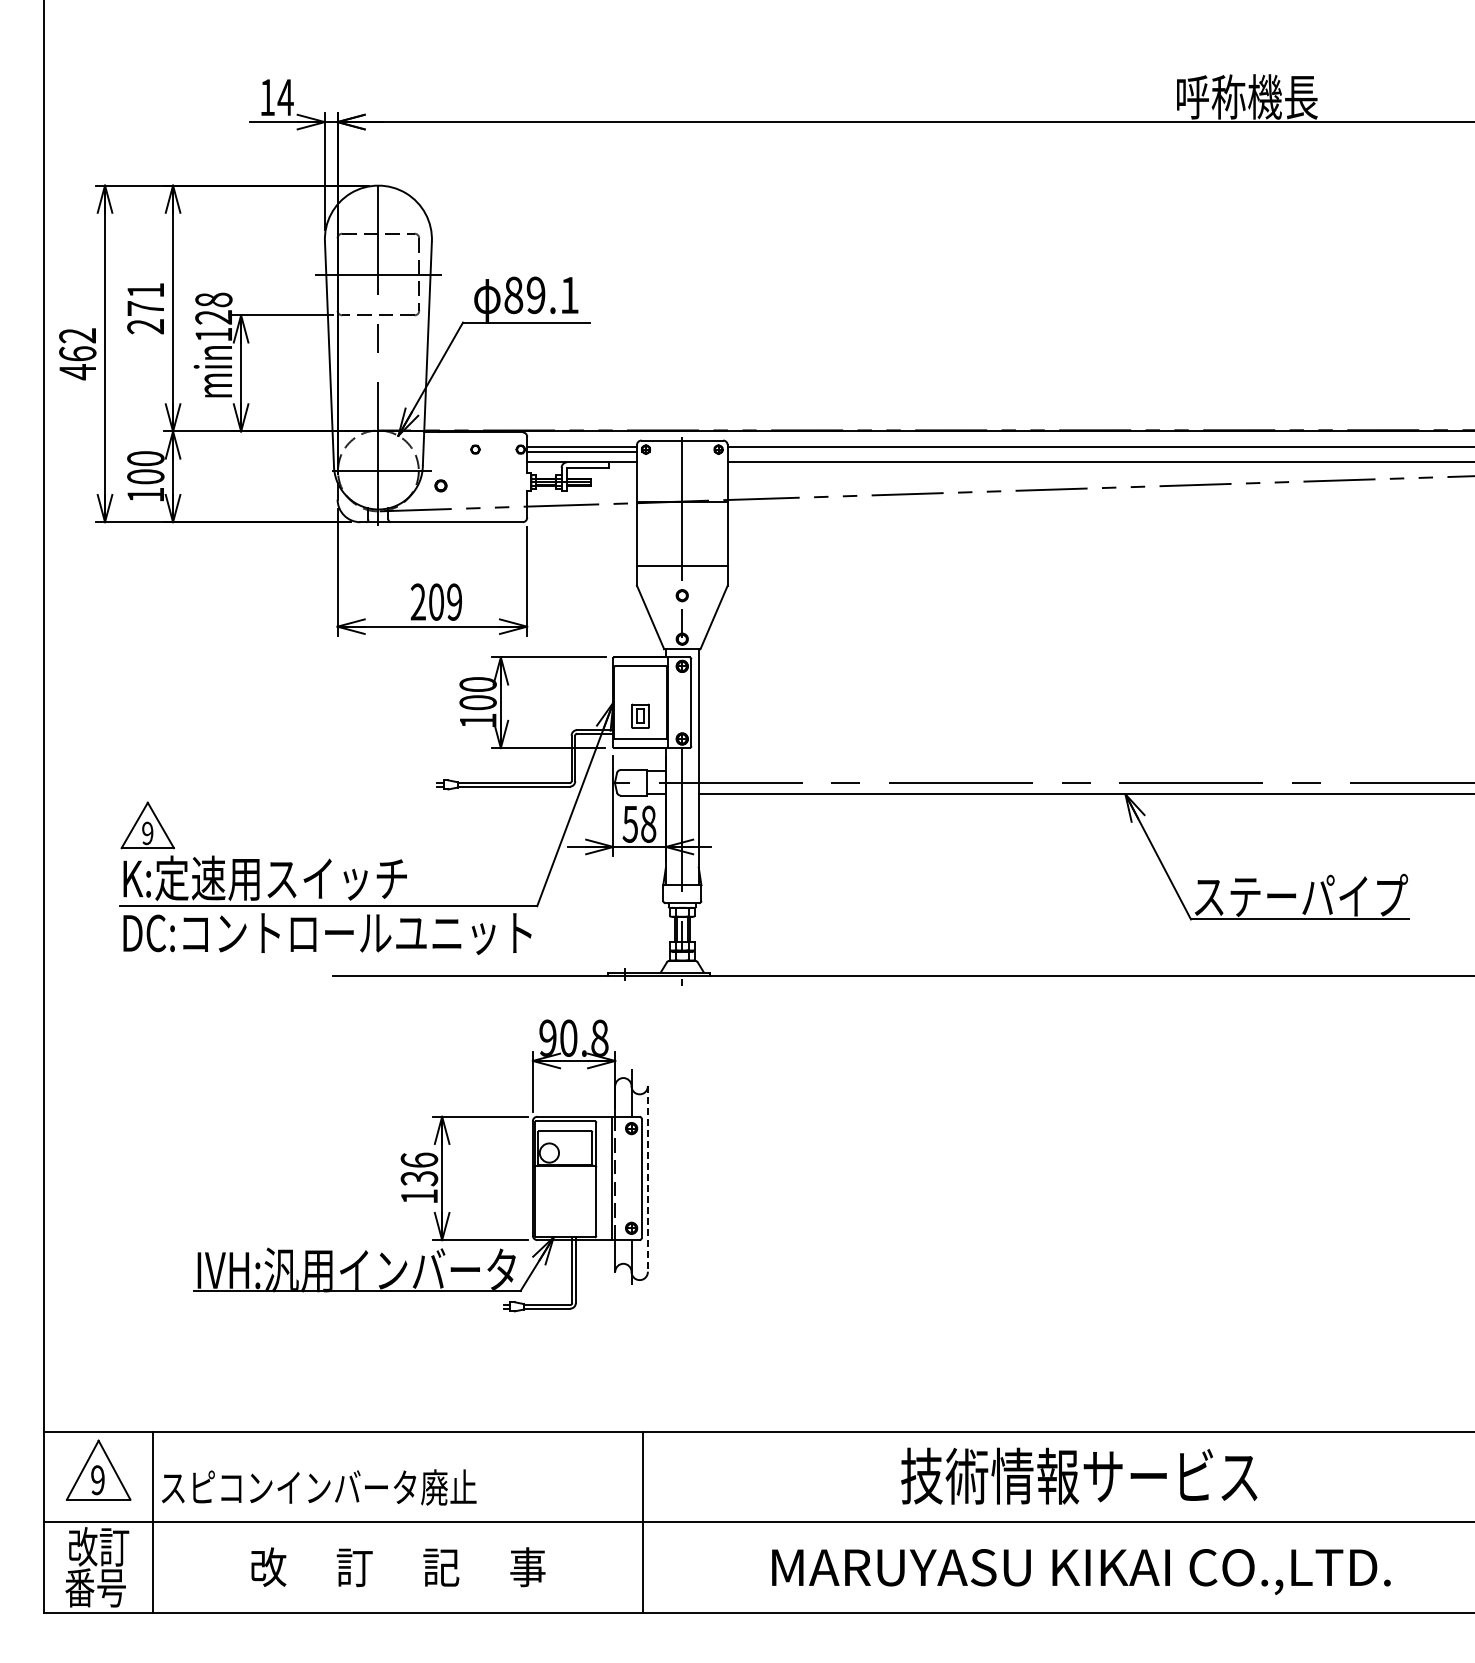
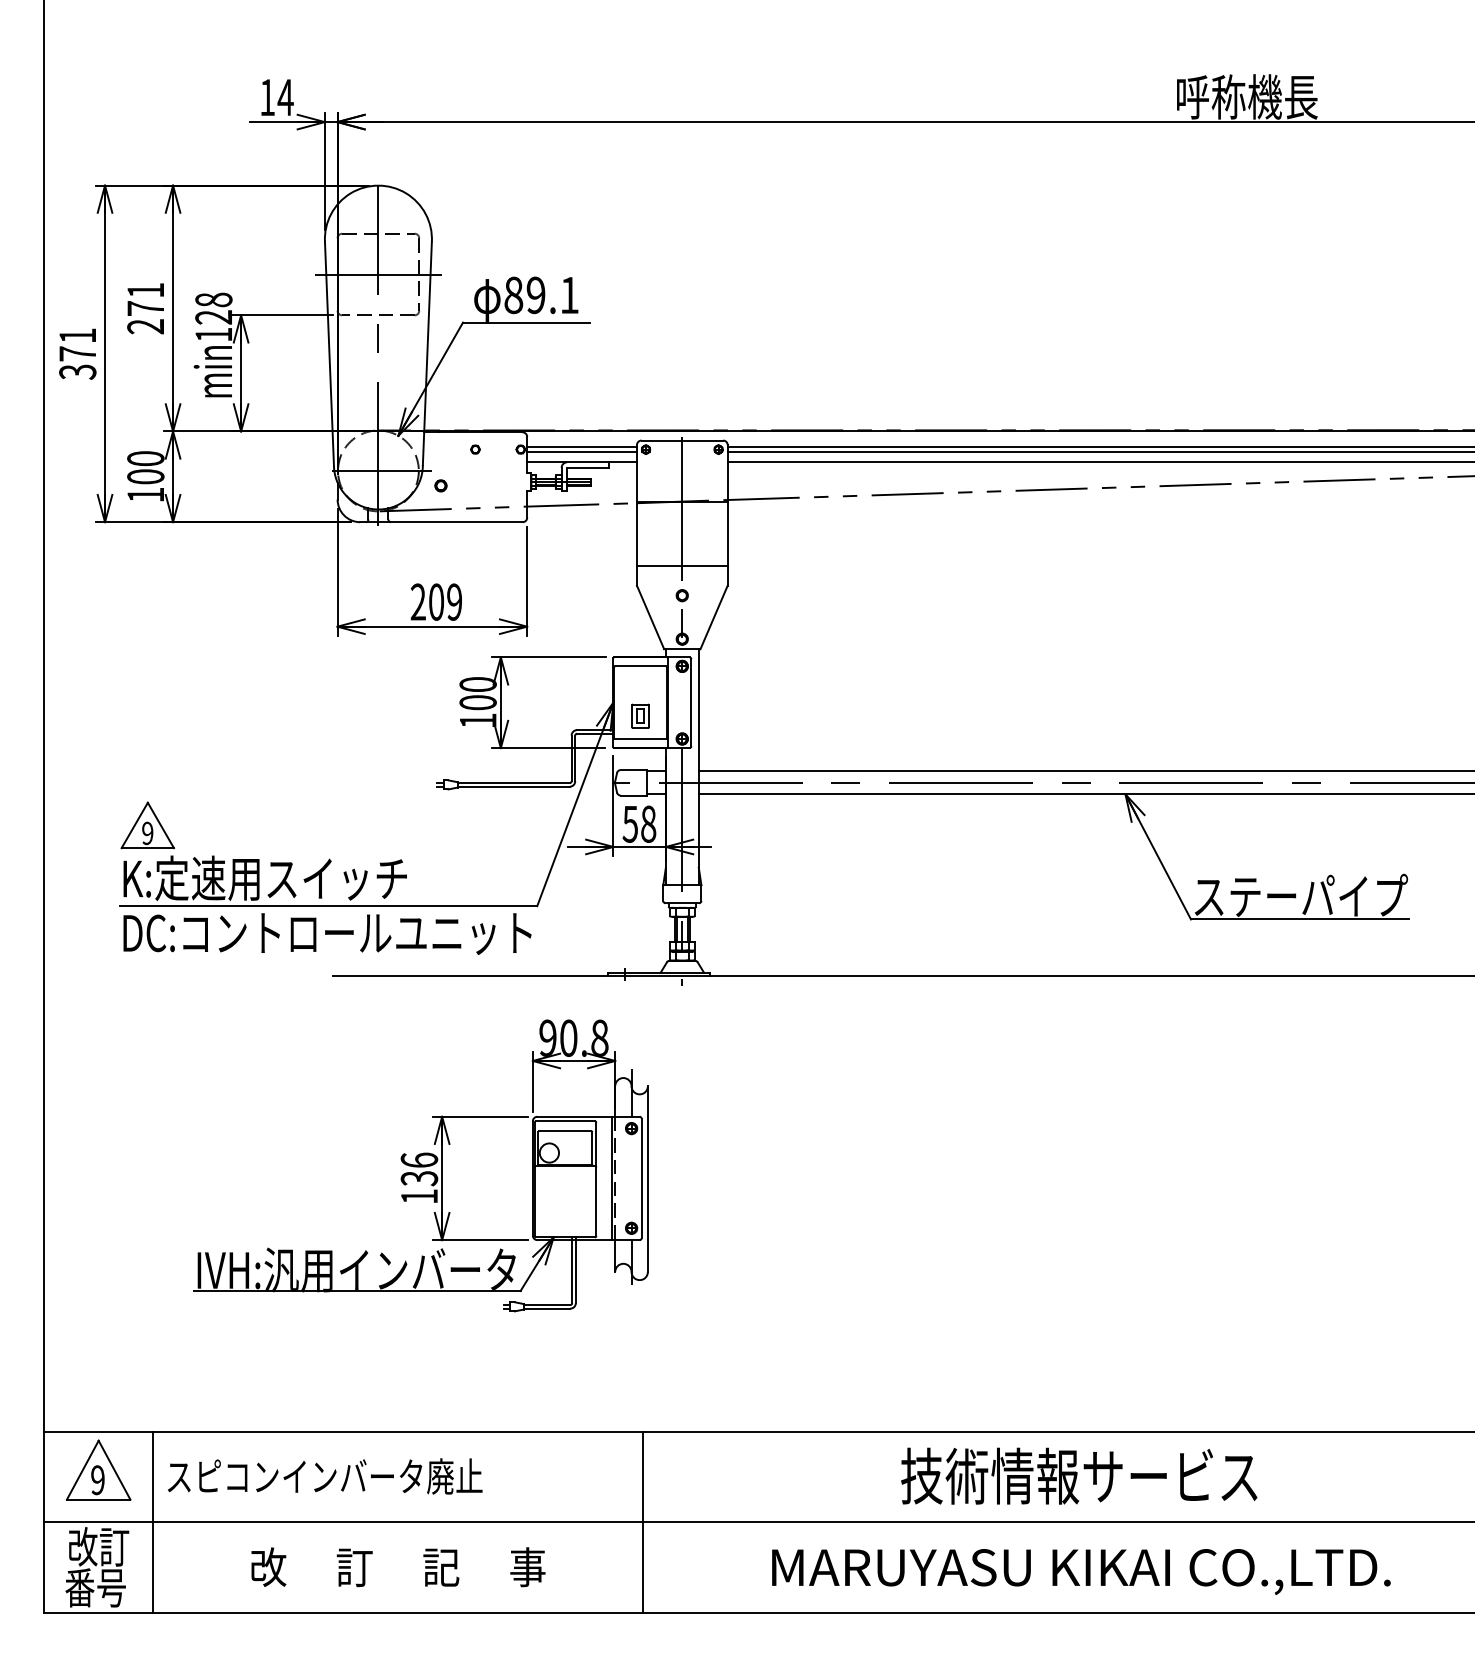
text at (77, 354): 462 -> 371
line at (1099, 452): none -> present
line at (1084, 771): none -> present
line at (647, 1179): dashed -> solid
text at (319, 1487) position: (319, 1487) -> (325, 1476)
